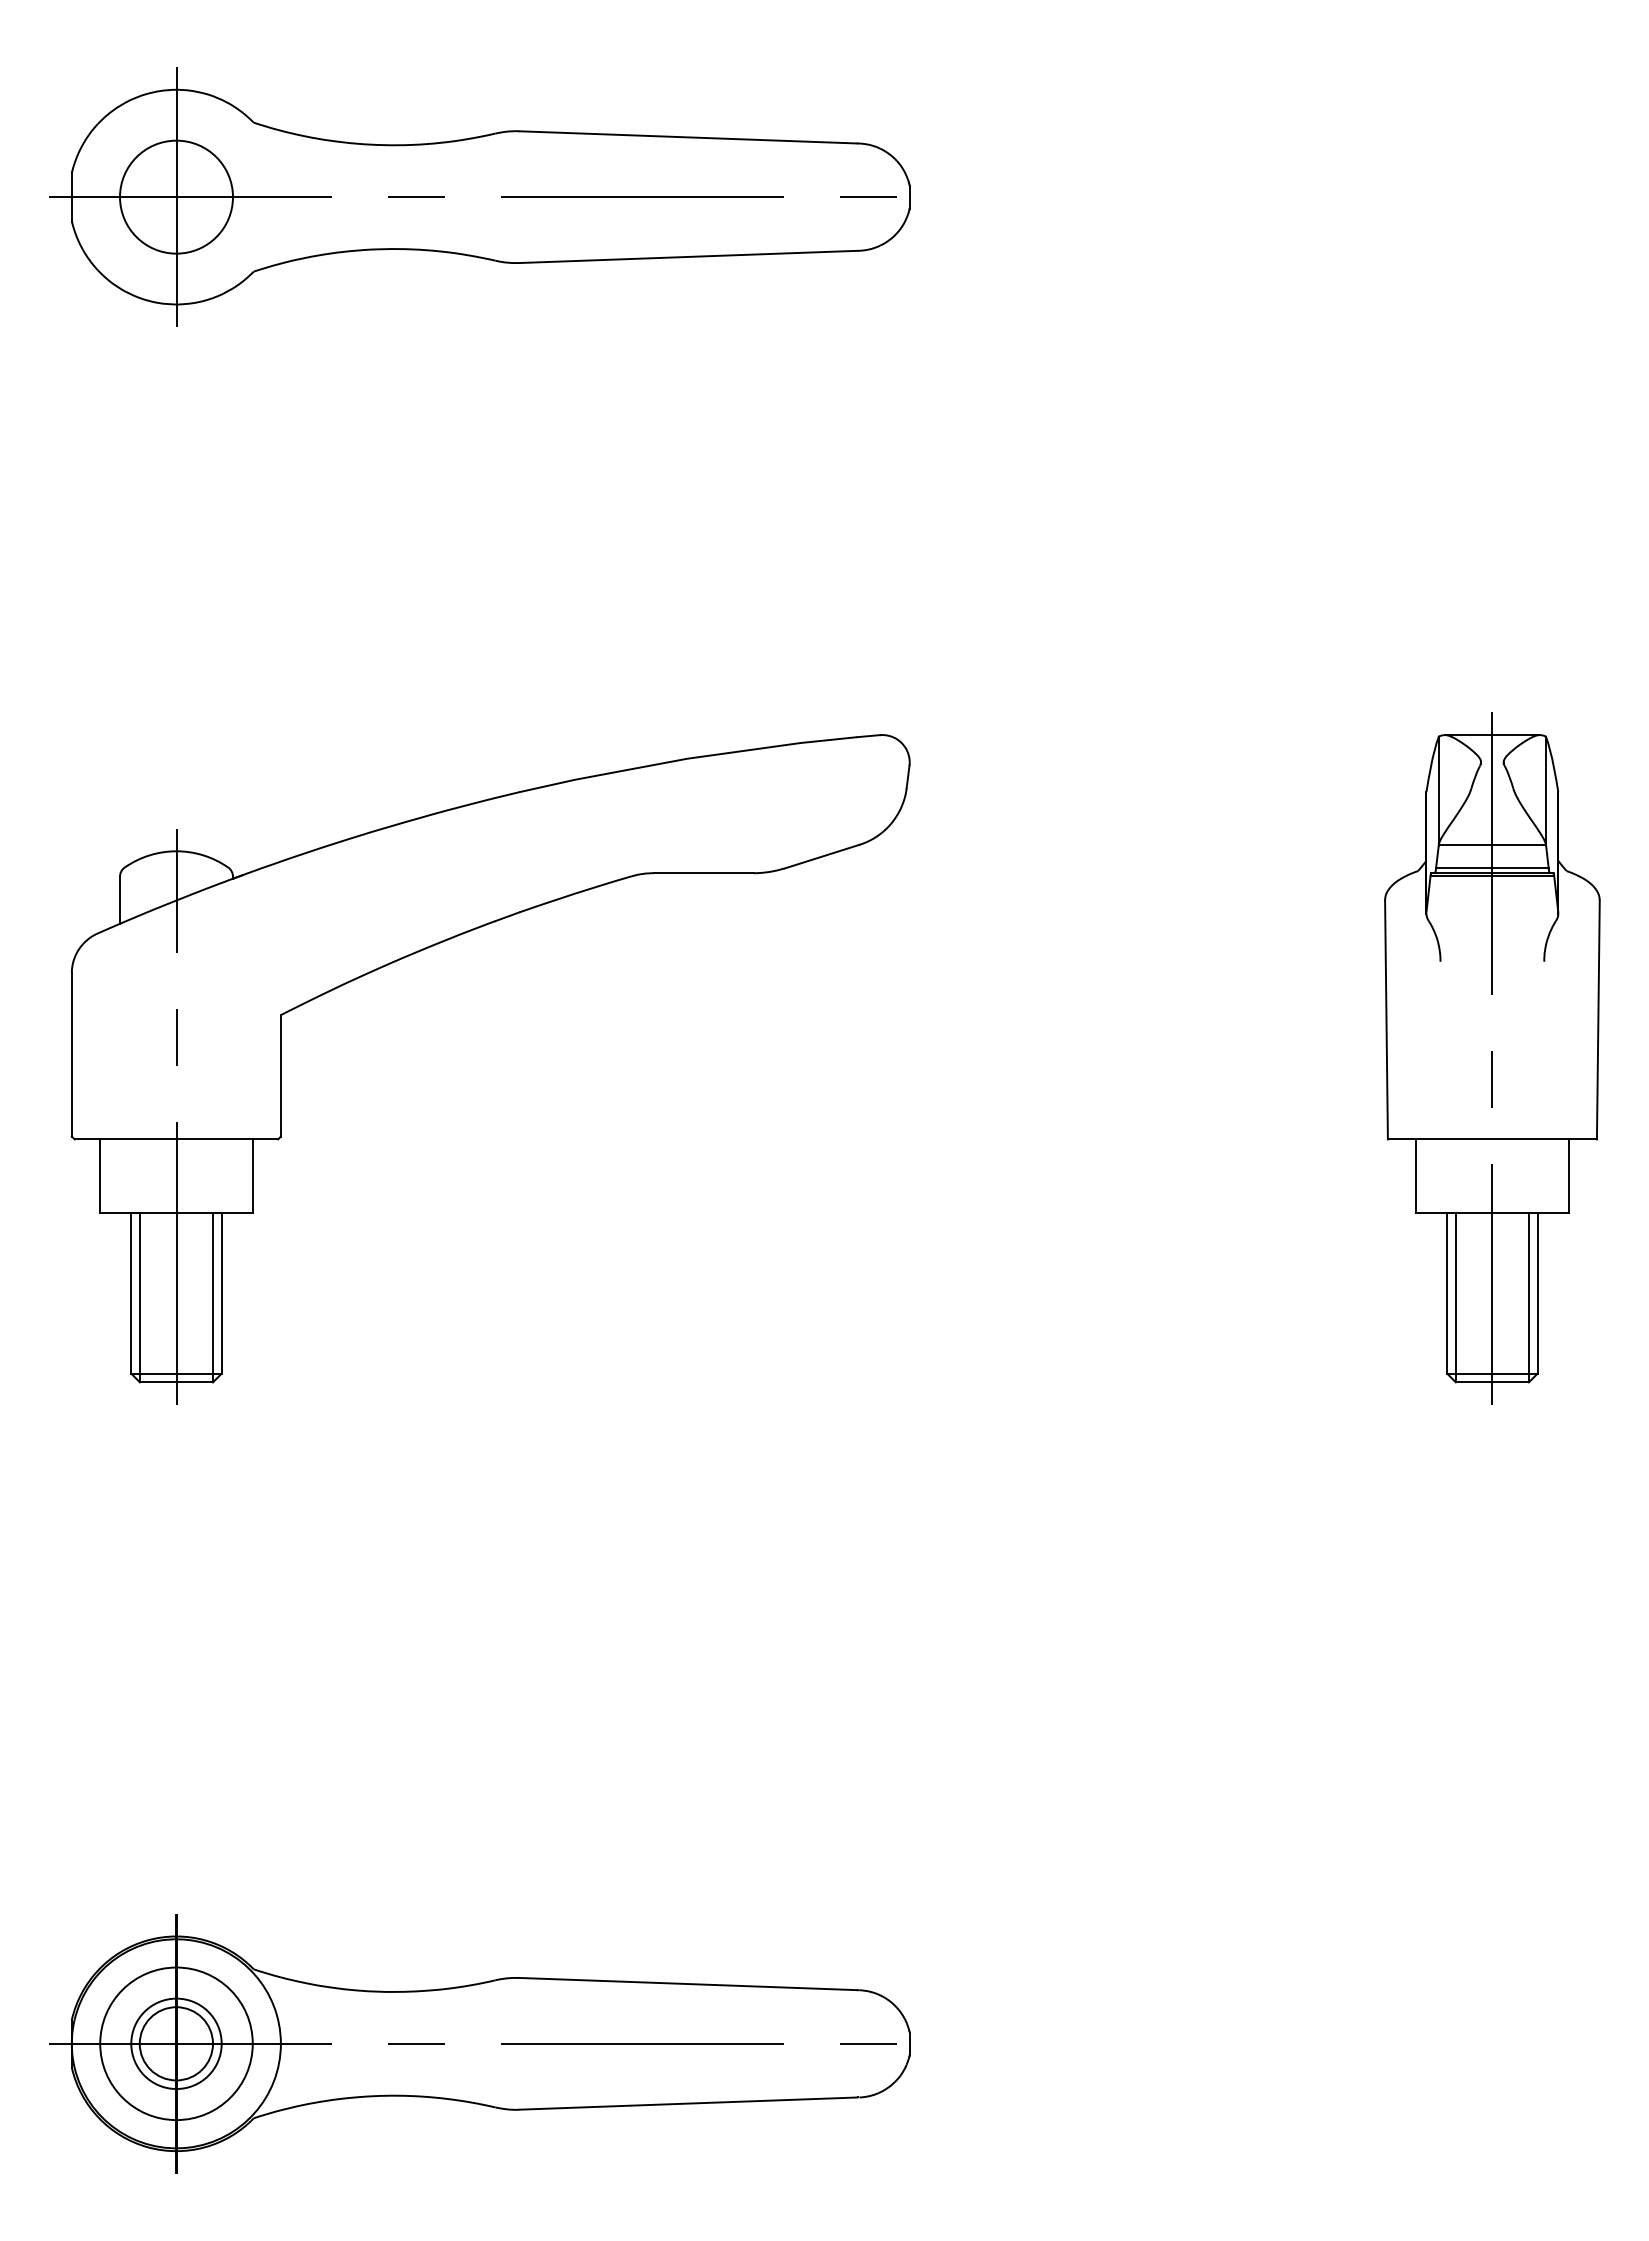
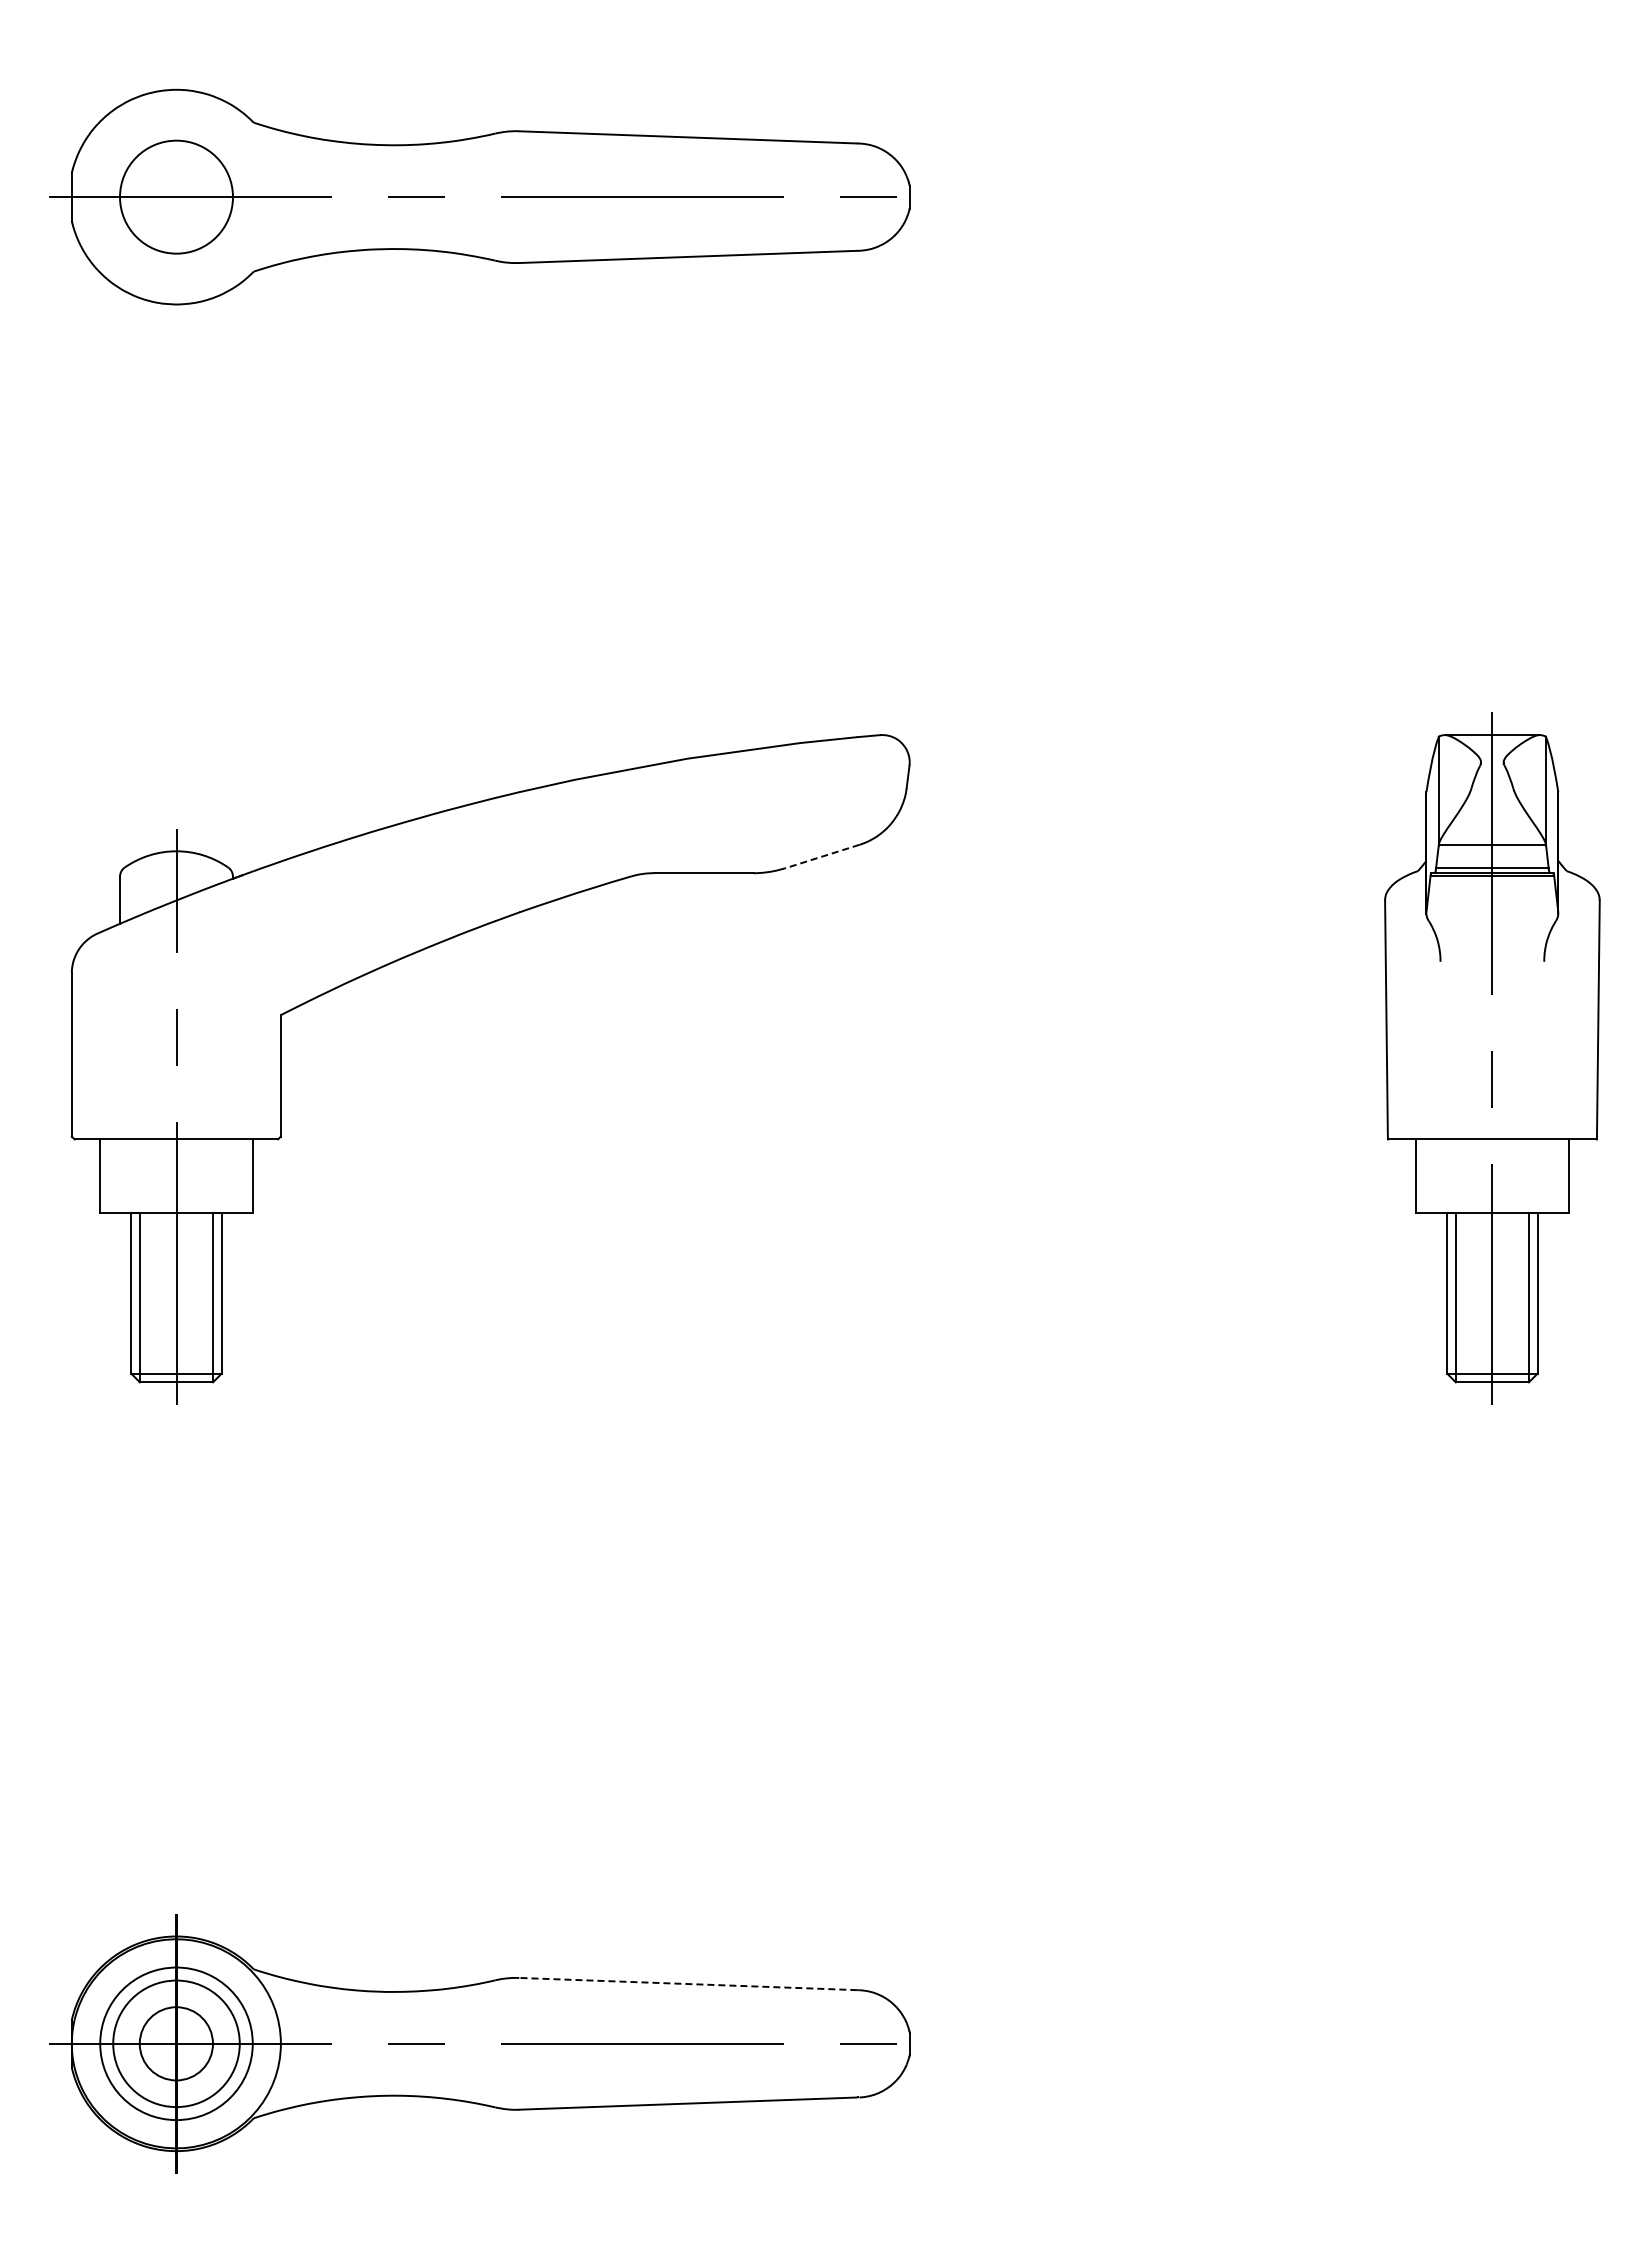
line at (176, 197): present -> none
line at (821, 856): solid -> dashed
line at (687, 1984): solid -> dashed
circle at (176, 2043) diameter: 90 px -> 127 px
